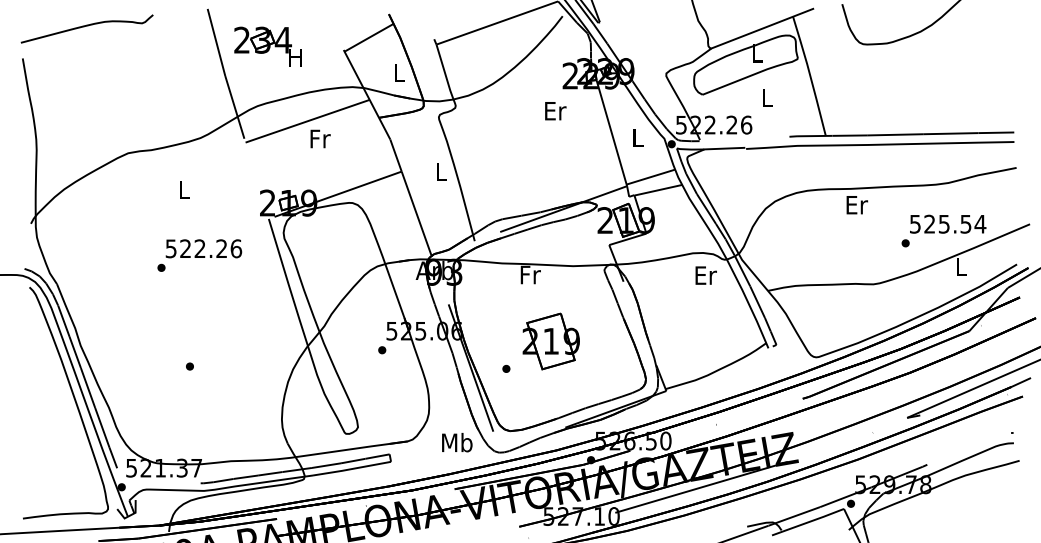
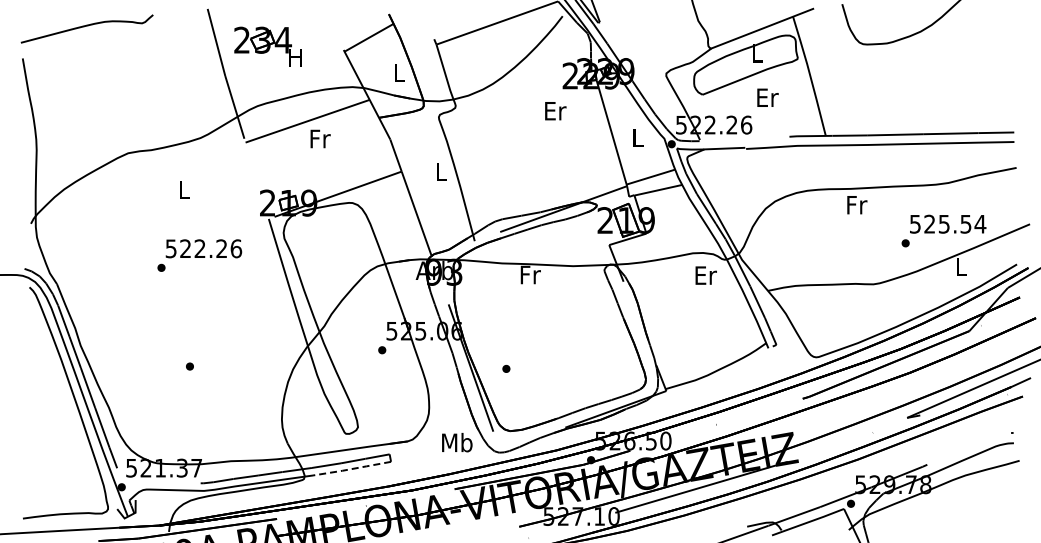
text at (767, 97): L -> Er
text at (857, 205): Er -> Fr
part at (550, 341): present -> none
line at (352, 469): solid -> dashed
